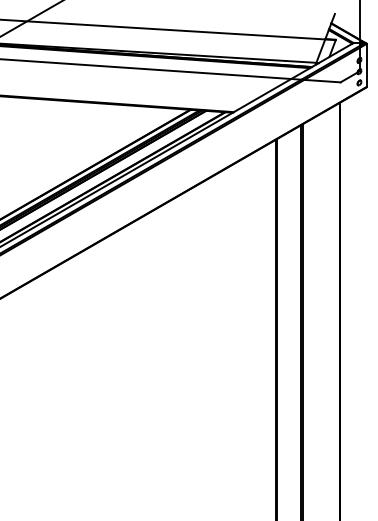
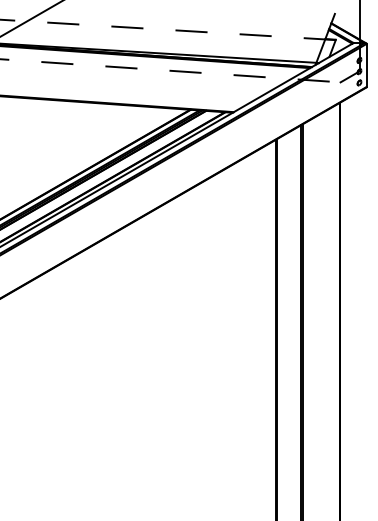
line at (167, 29): solid -> dashed
line at (170, 70): solid -> dashed
